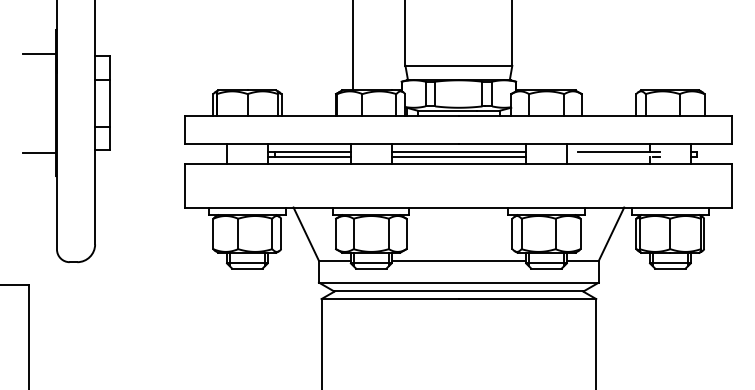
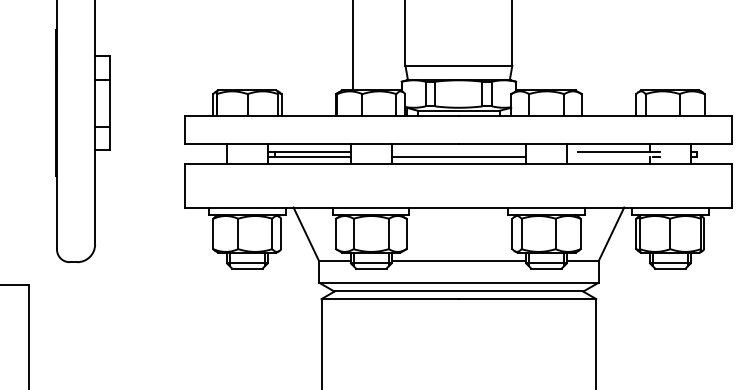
line at (39, 53): present -> none
line at (458, 151): present -> none
line at (39, 152): present -> none
